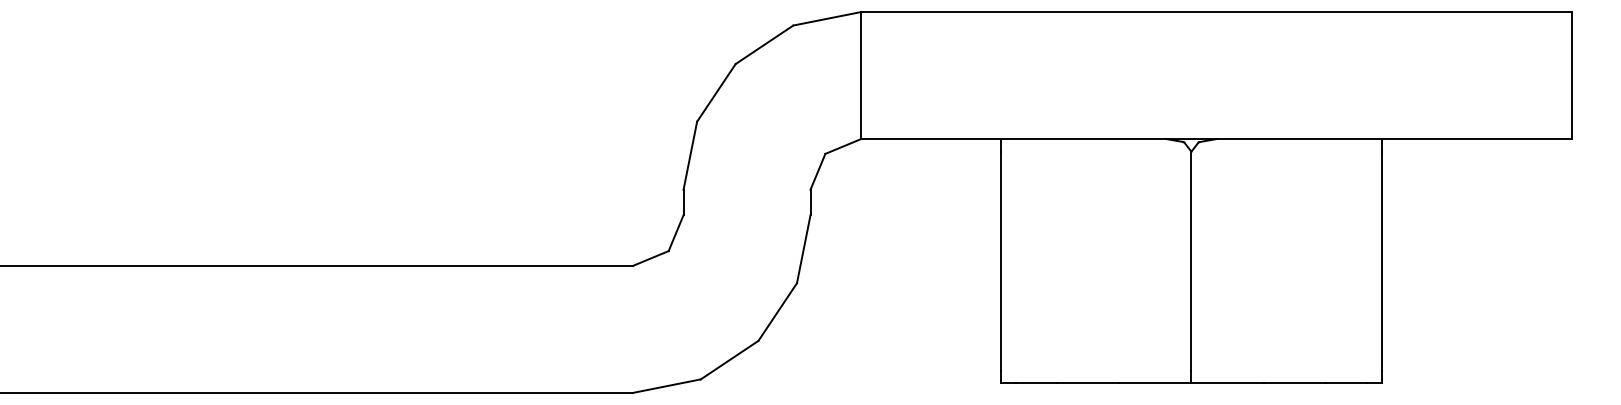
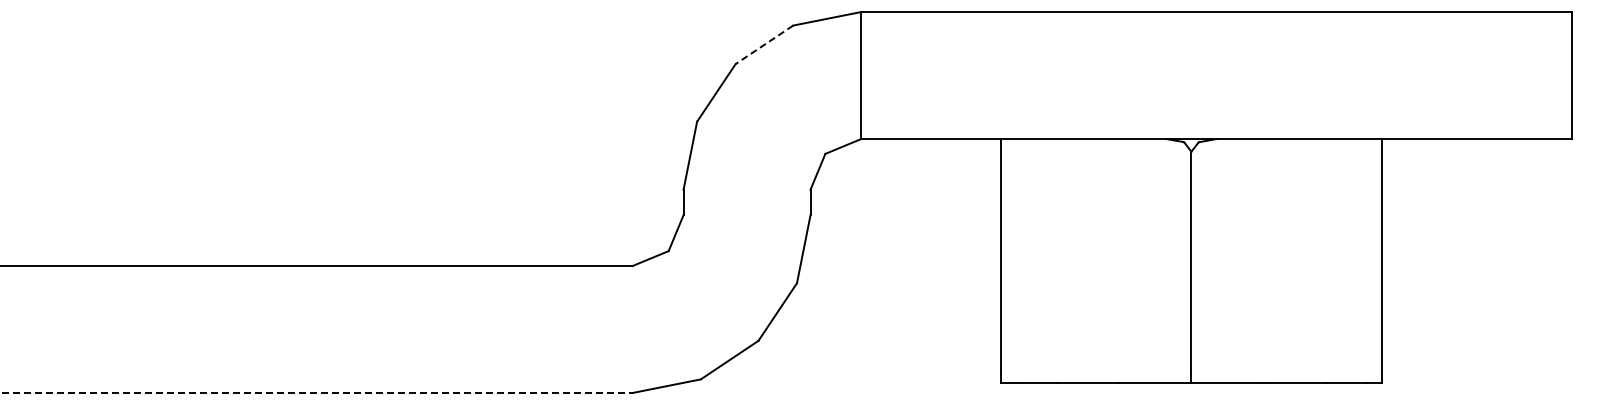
line at (764, 44): solid -> dashed
line at (316, 392): solid -> dashed
